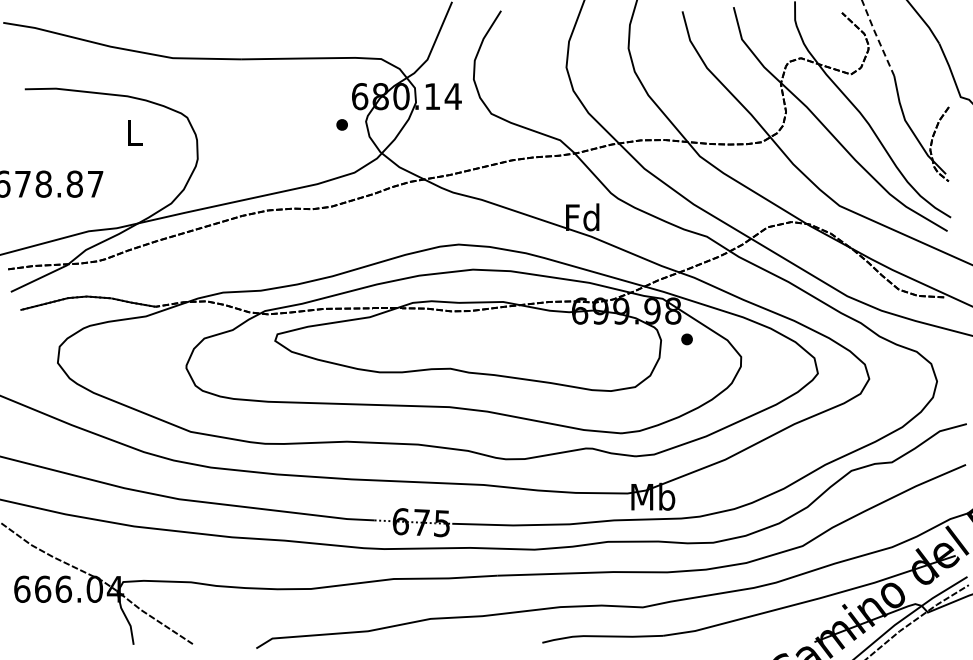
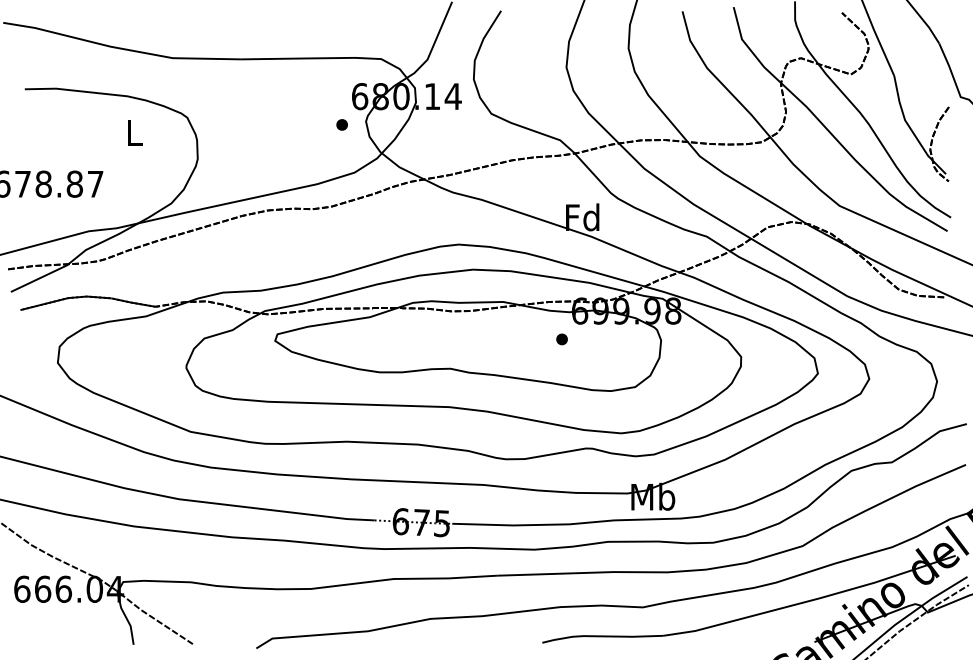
line at (877, 38): dashed -> solid
part at (686, 339) position: (686, 339) -> (561, 339)
